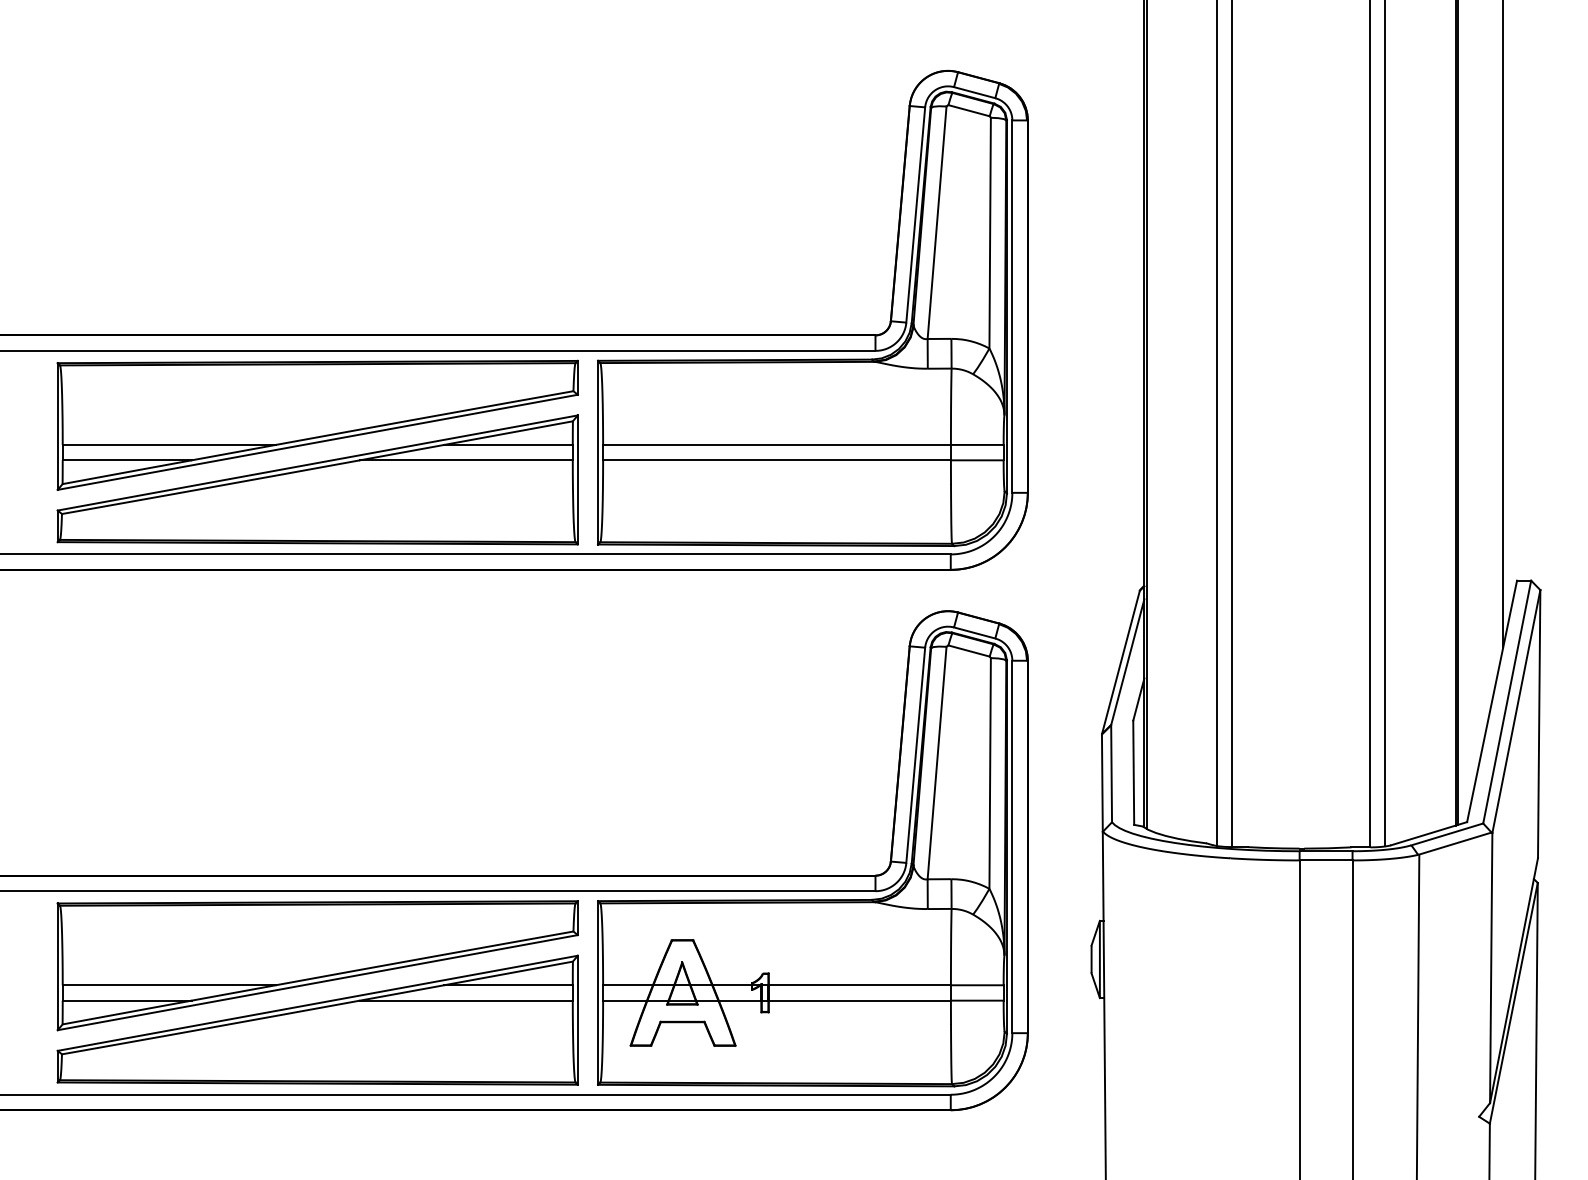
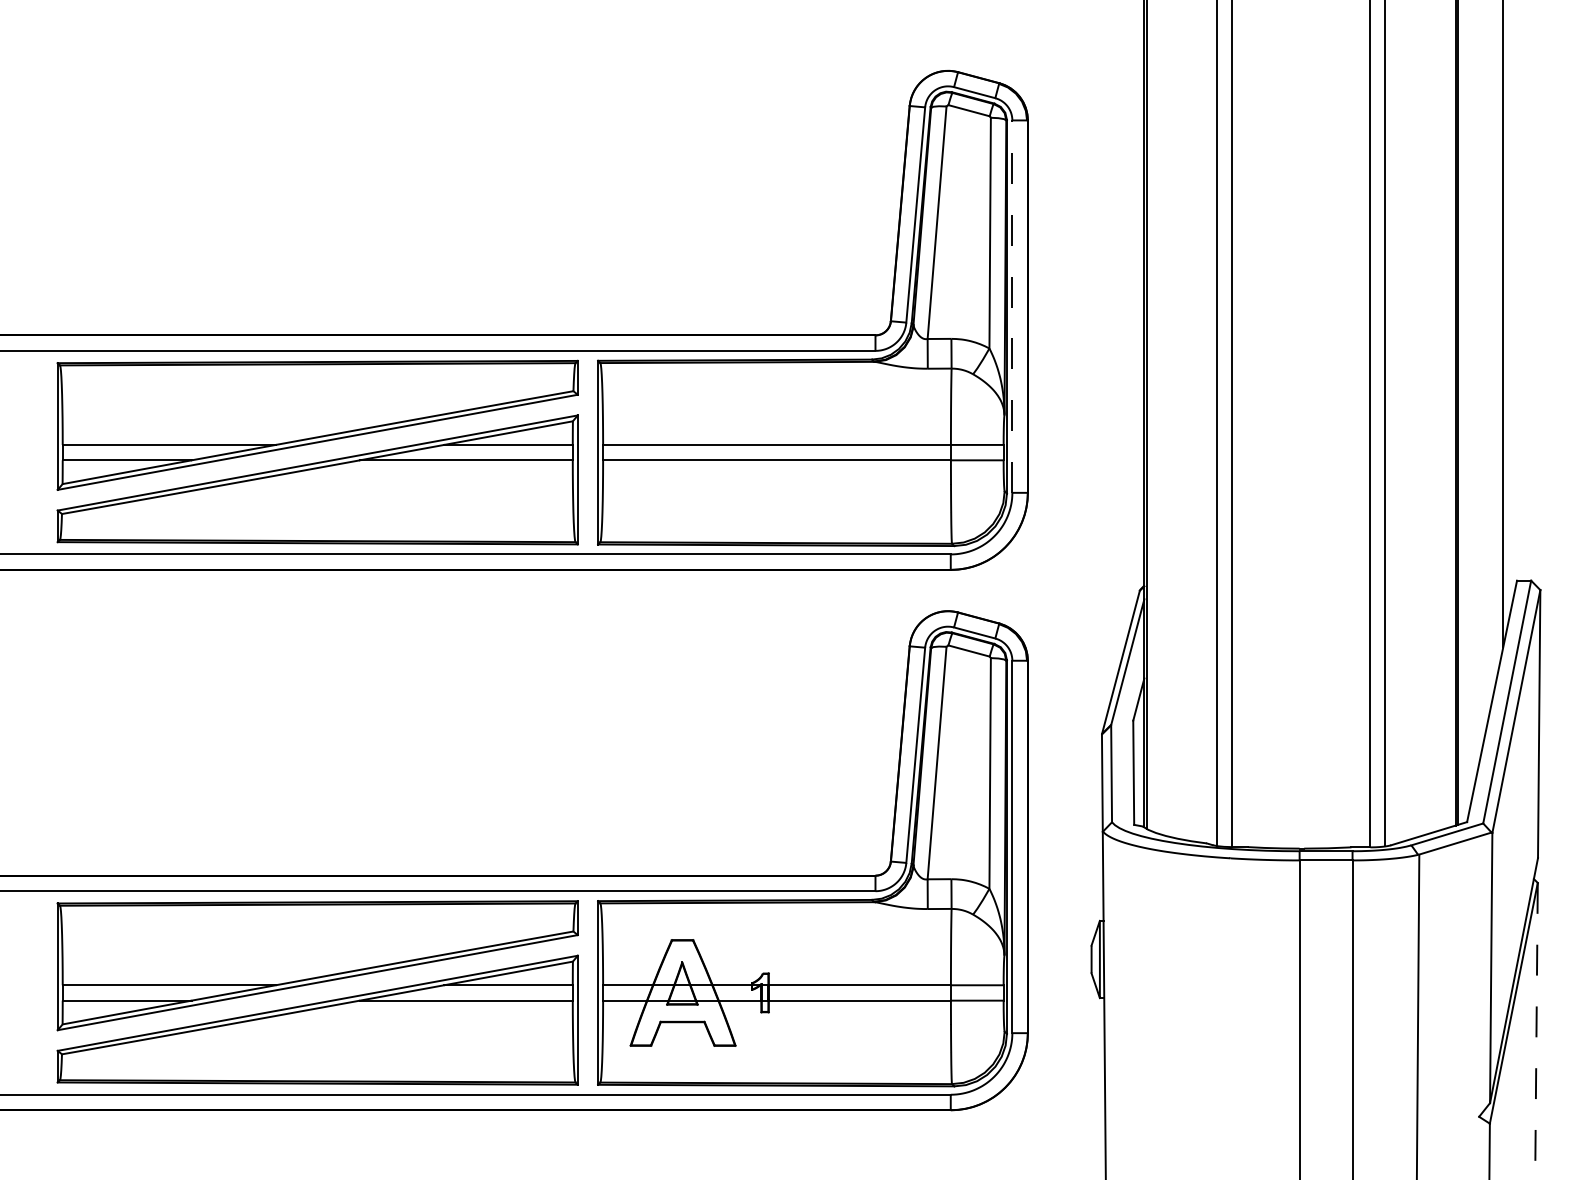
line at (1012, 306): solid -> dashed
line at (1536, 1031): solid -> dashed
